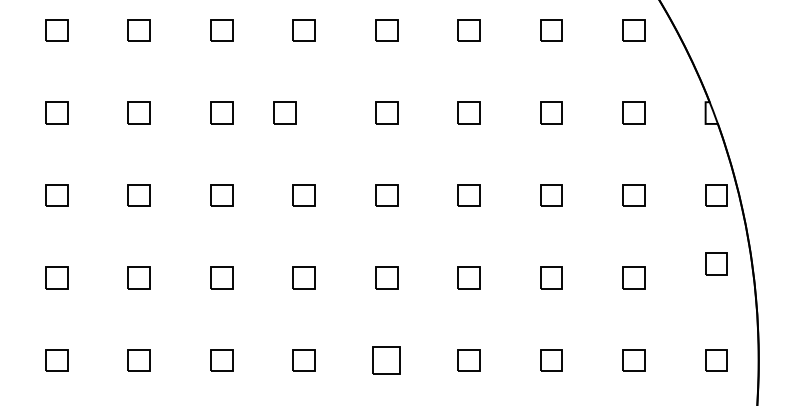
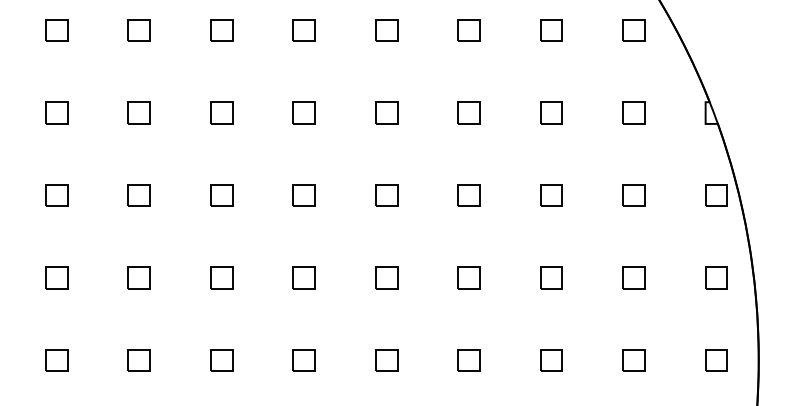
part at (284, 112) position: (284, 112) -> (303, 112)
part at (716, 263) position: (716, 263) -> (716, 277)
part at (386, 360) size: 29x29 px -> 24x23 px
